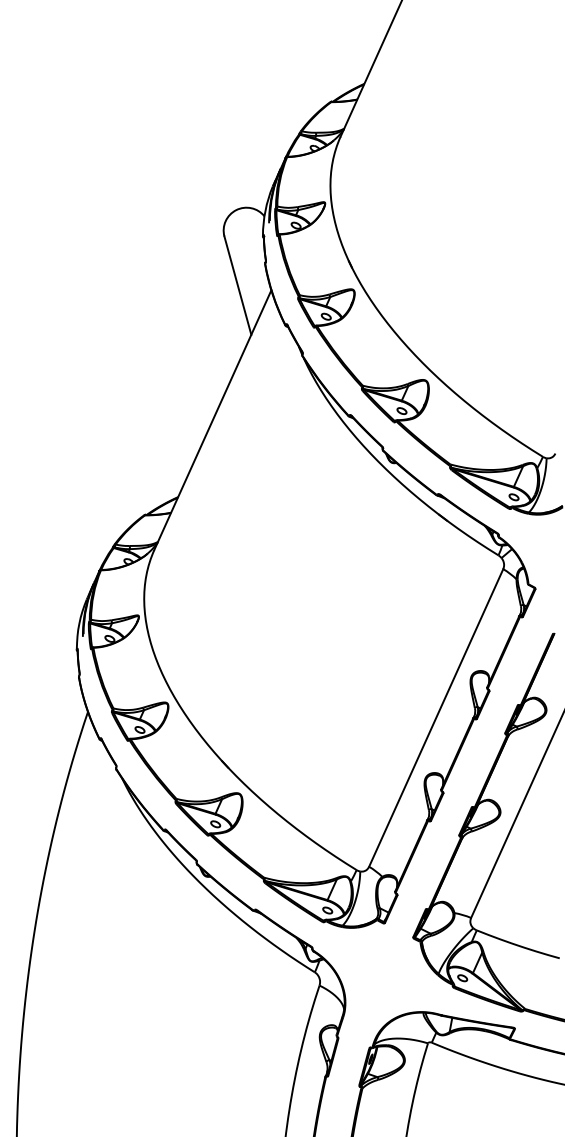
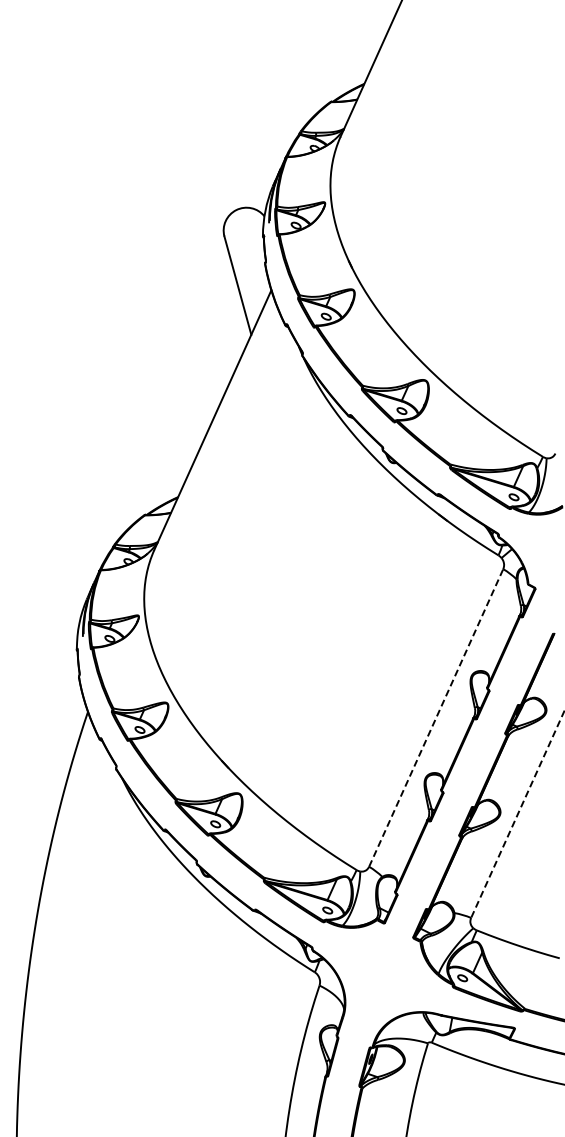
line at (436, 717): solid -> dashed
line at (517, 814): solid -> dashed
